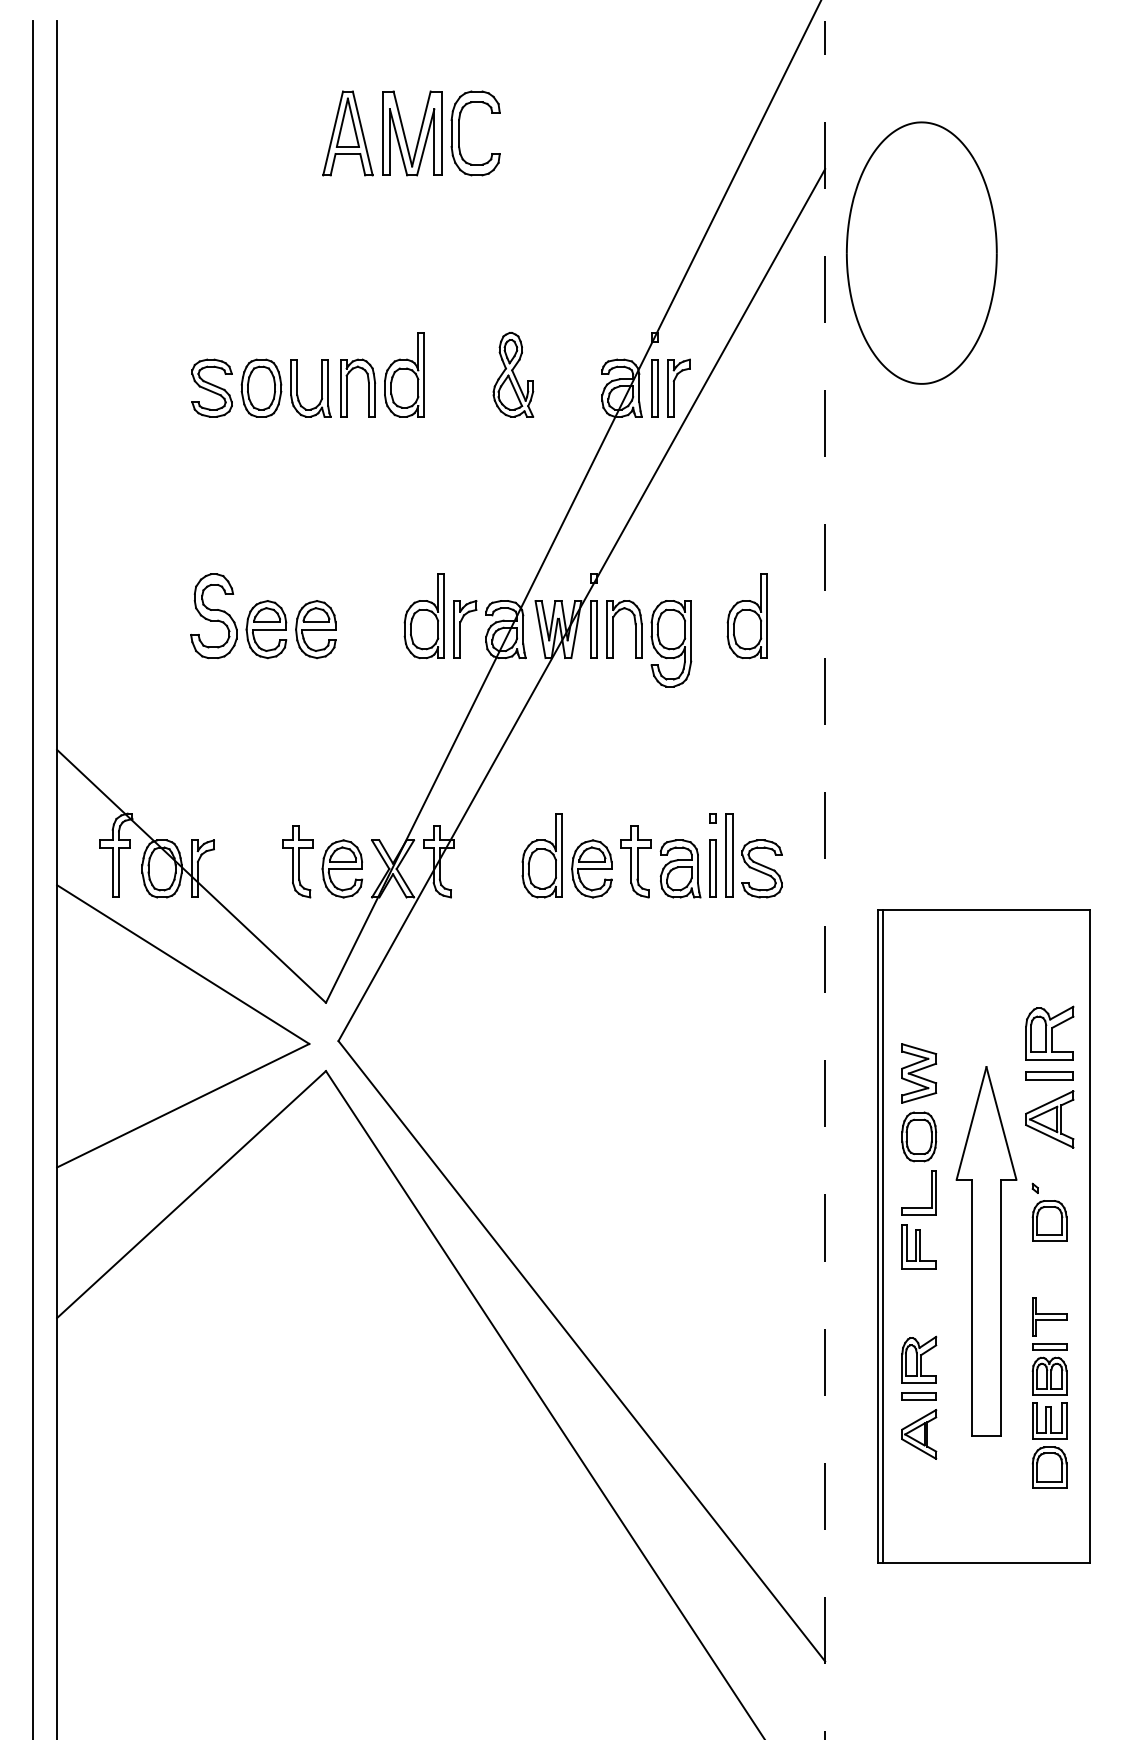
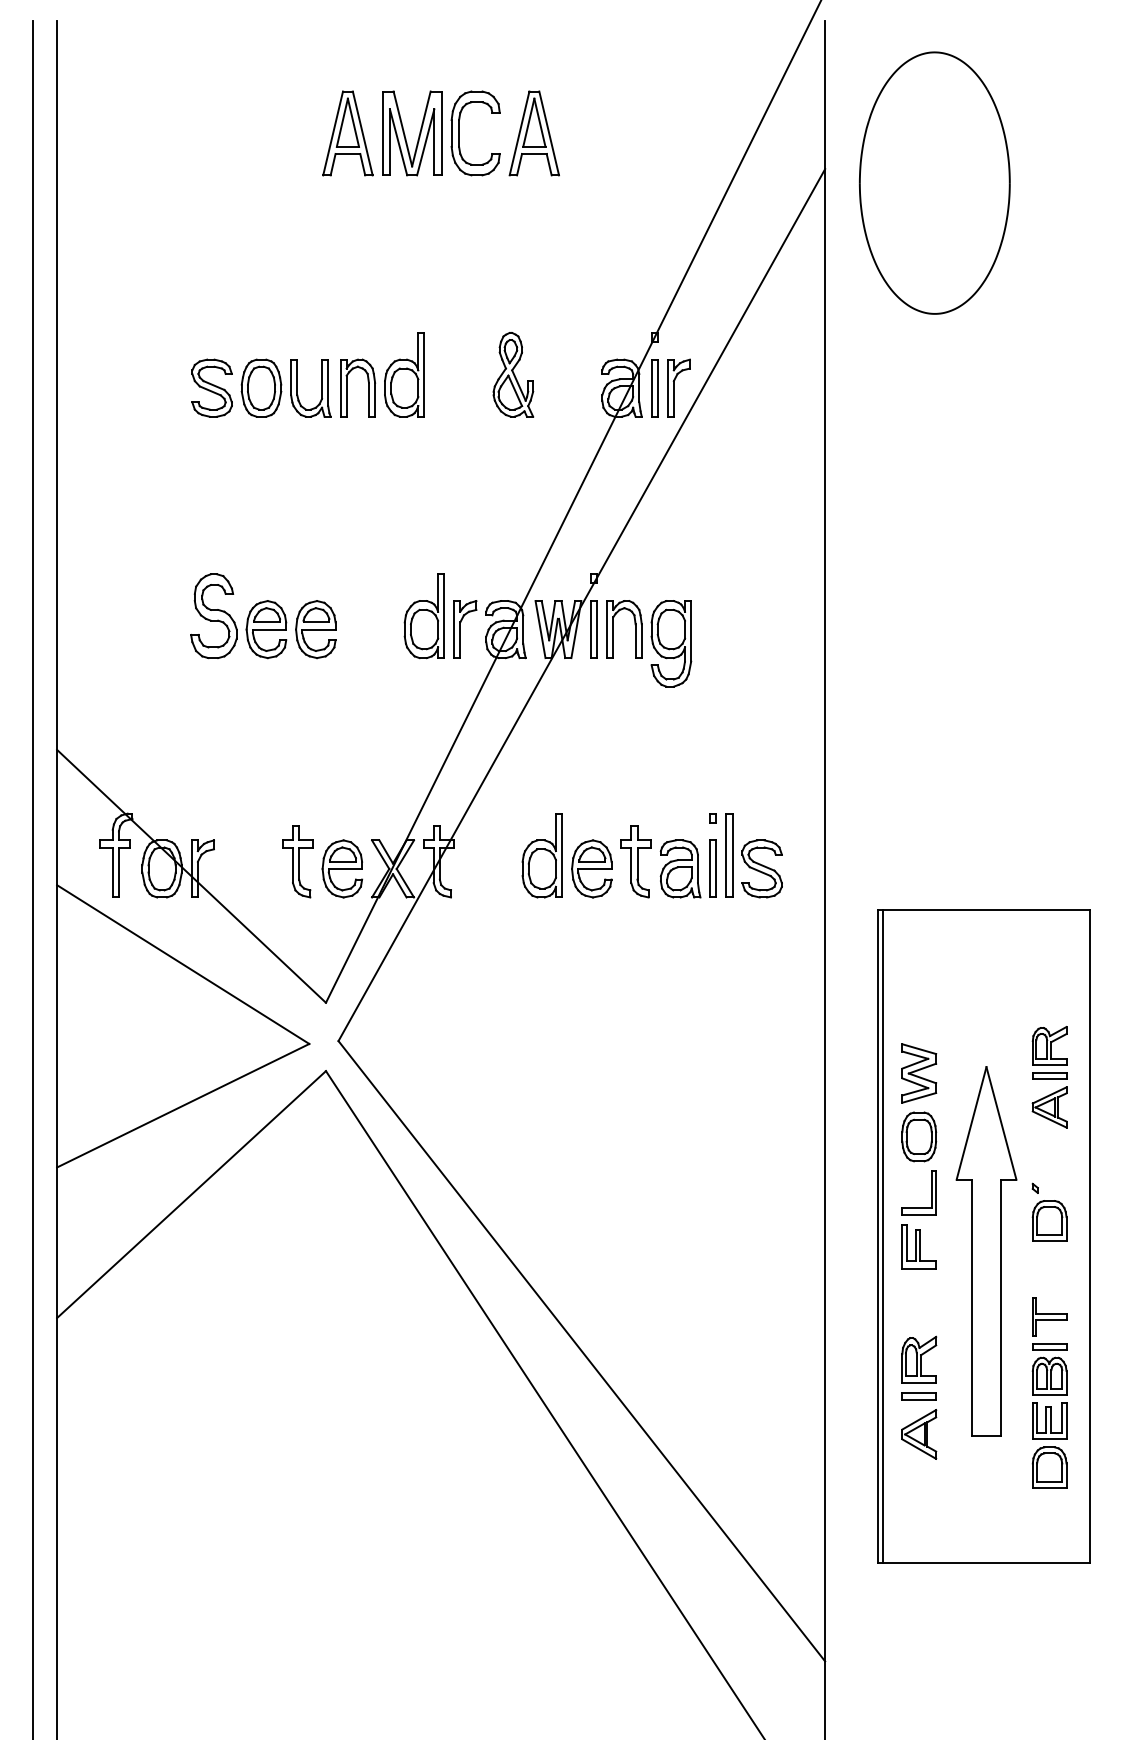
part at (533, 133): none -> present
part at (921, 252) position: (921, 252) -> (934, 182)
part at (746, 616): present -> none
line at (825, 880): dashed -> solid
part at (1049, 1076) size: 50x144 px -> 37x103 px
